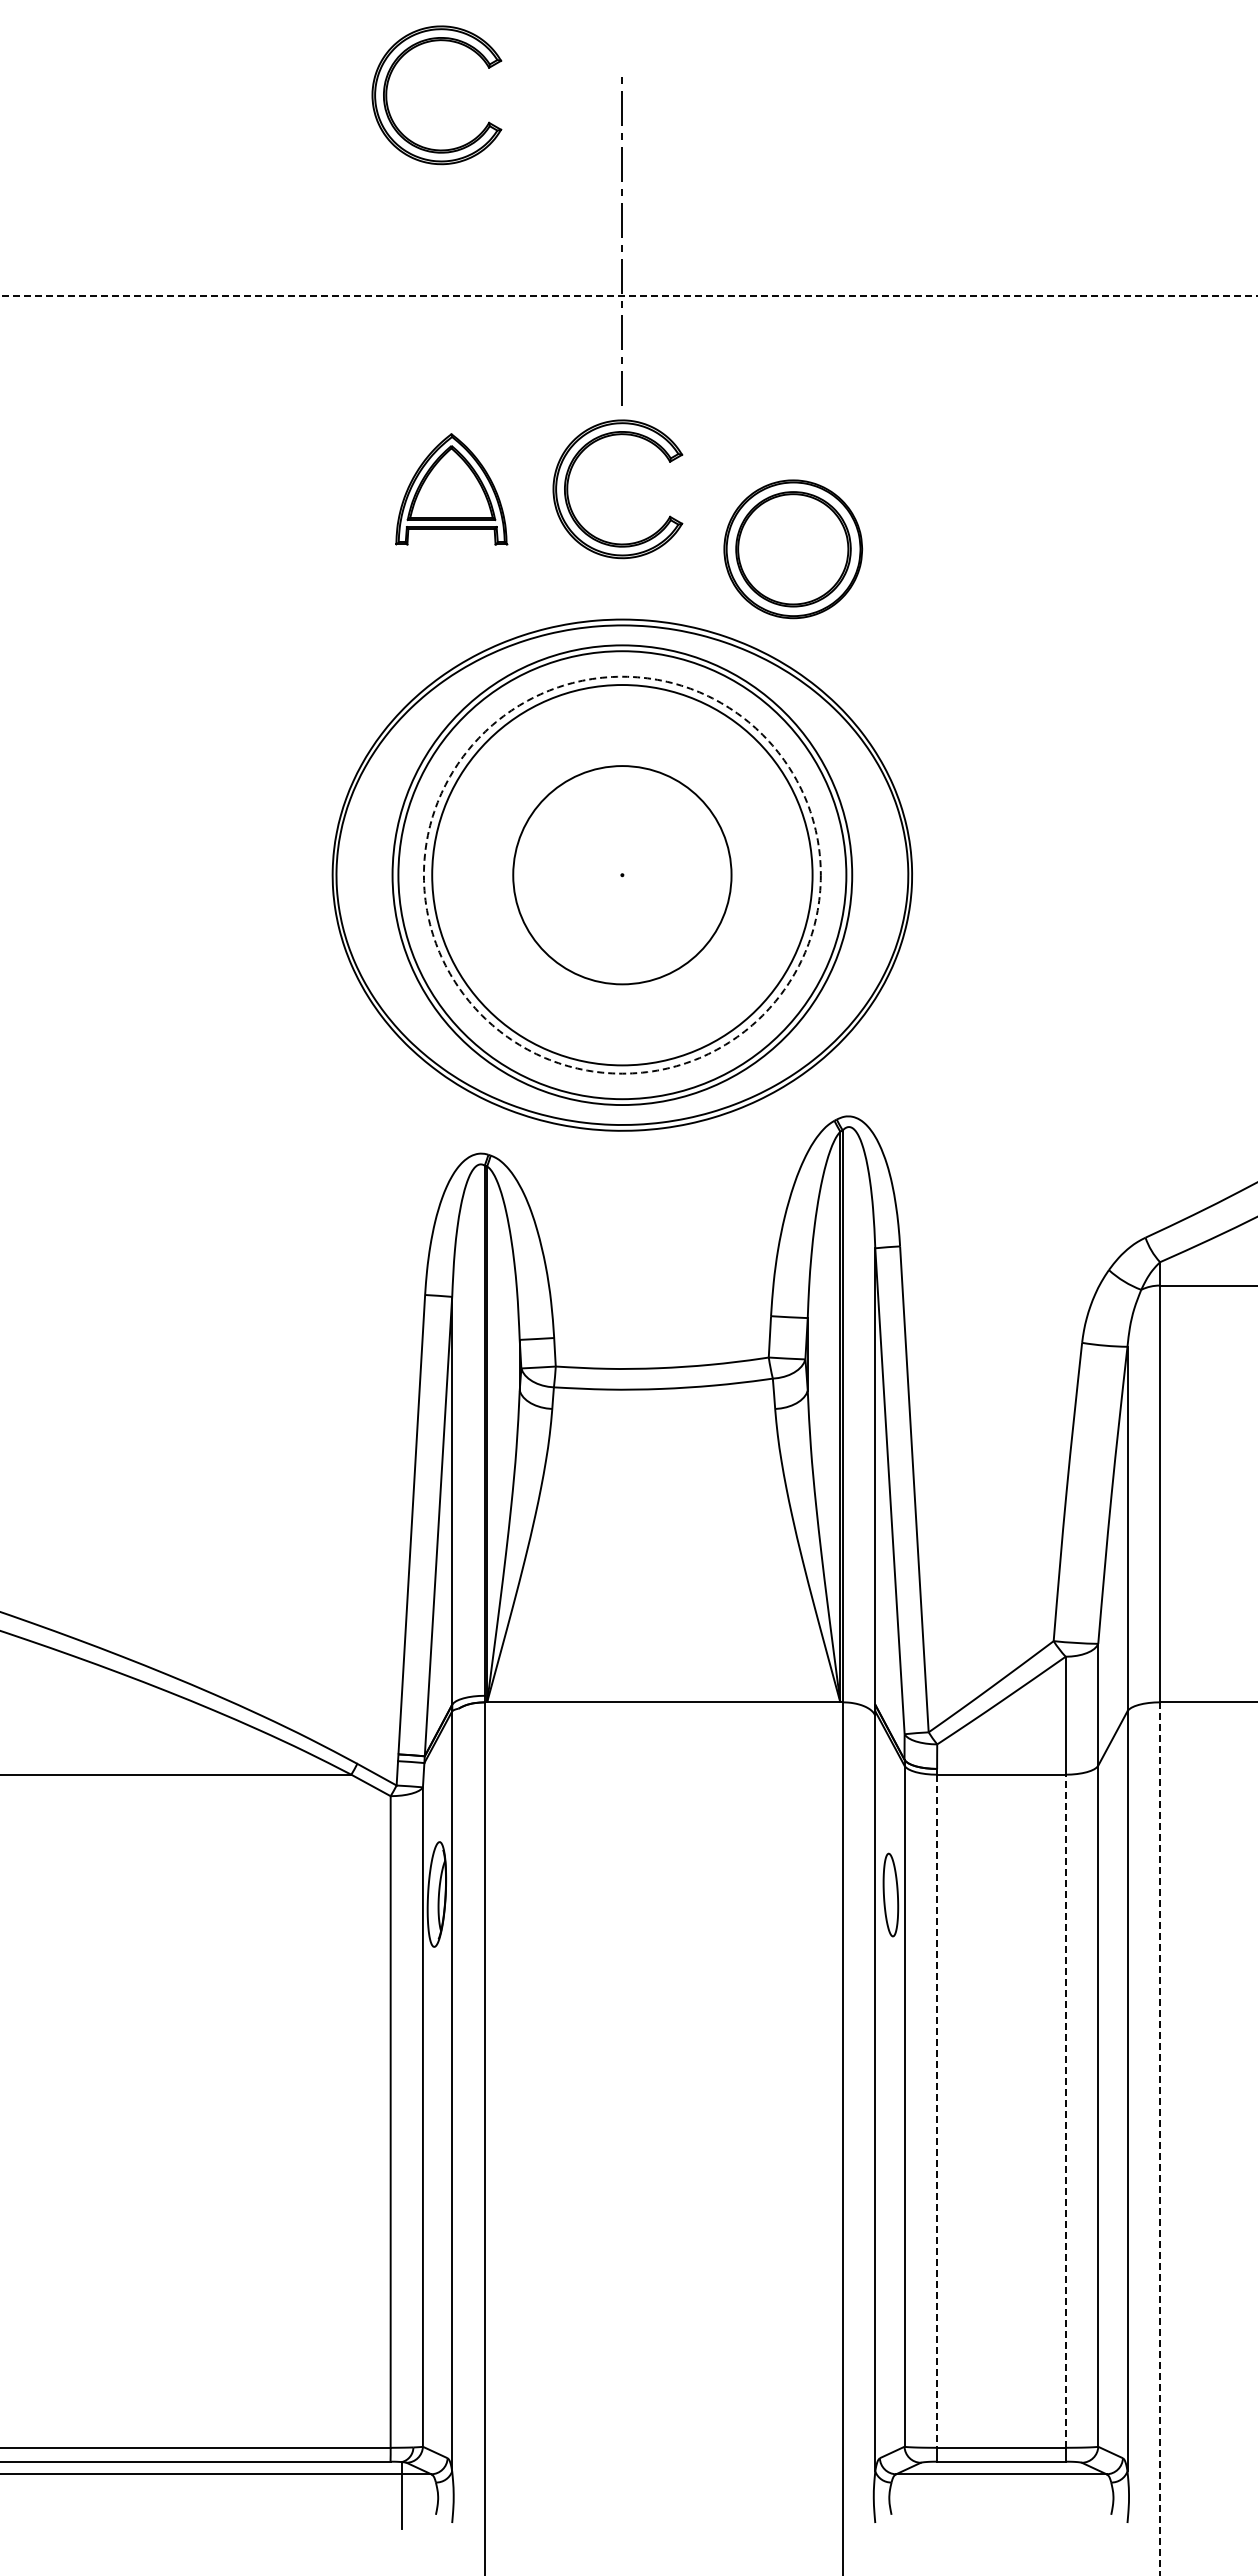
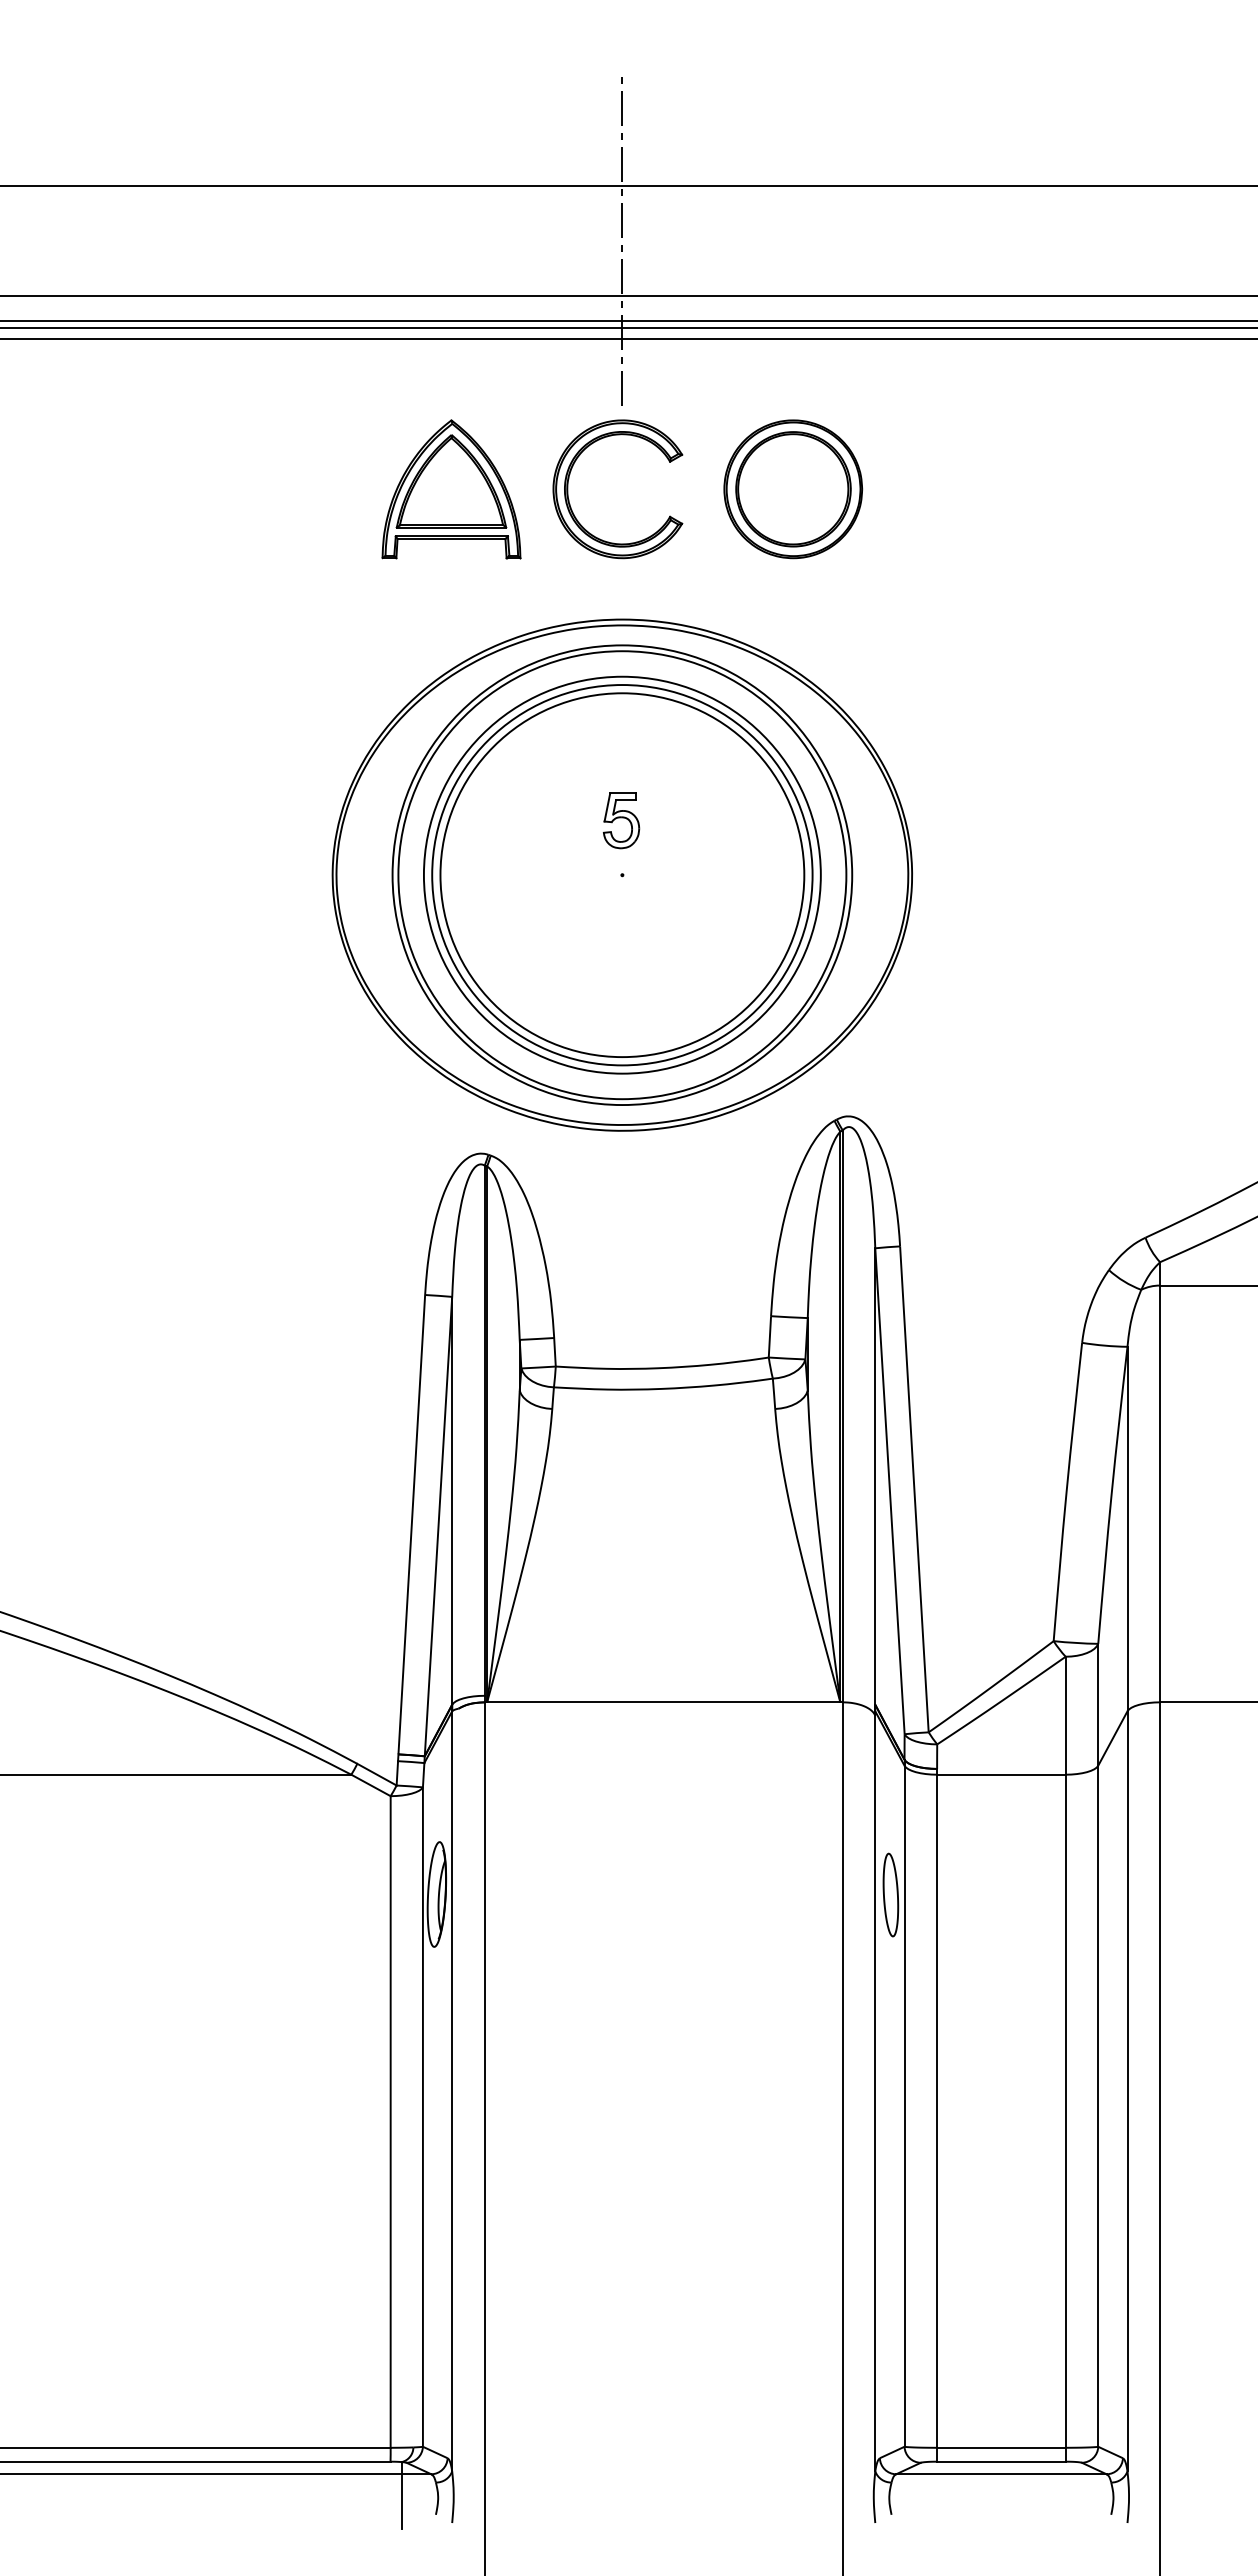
part at (387, 95): present -> none
line at (628, 185): none -> present
line at (628, 296): dashed -> solid
line at (628, 320): none -> present
line at (628, 327): none -> present
line at (628, 338): none -> present
part at (451, 489) size: 114x113 px -> 141x141 px
part at (793, 549) position: (793, 549) -> (793, 489)
part at (621, 820): none -> present
circle at (621, 874): dashed -> solid
circle at (622, 875) diameter: 218 px -> 364 px
line at (937, 2111): dashed -> solid
line at (1065, 2111): dashed -> solid
line at (1160, 2139): dashed -> solid
